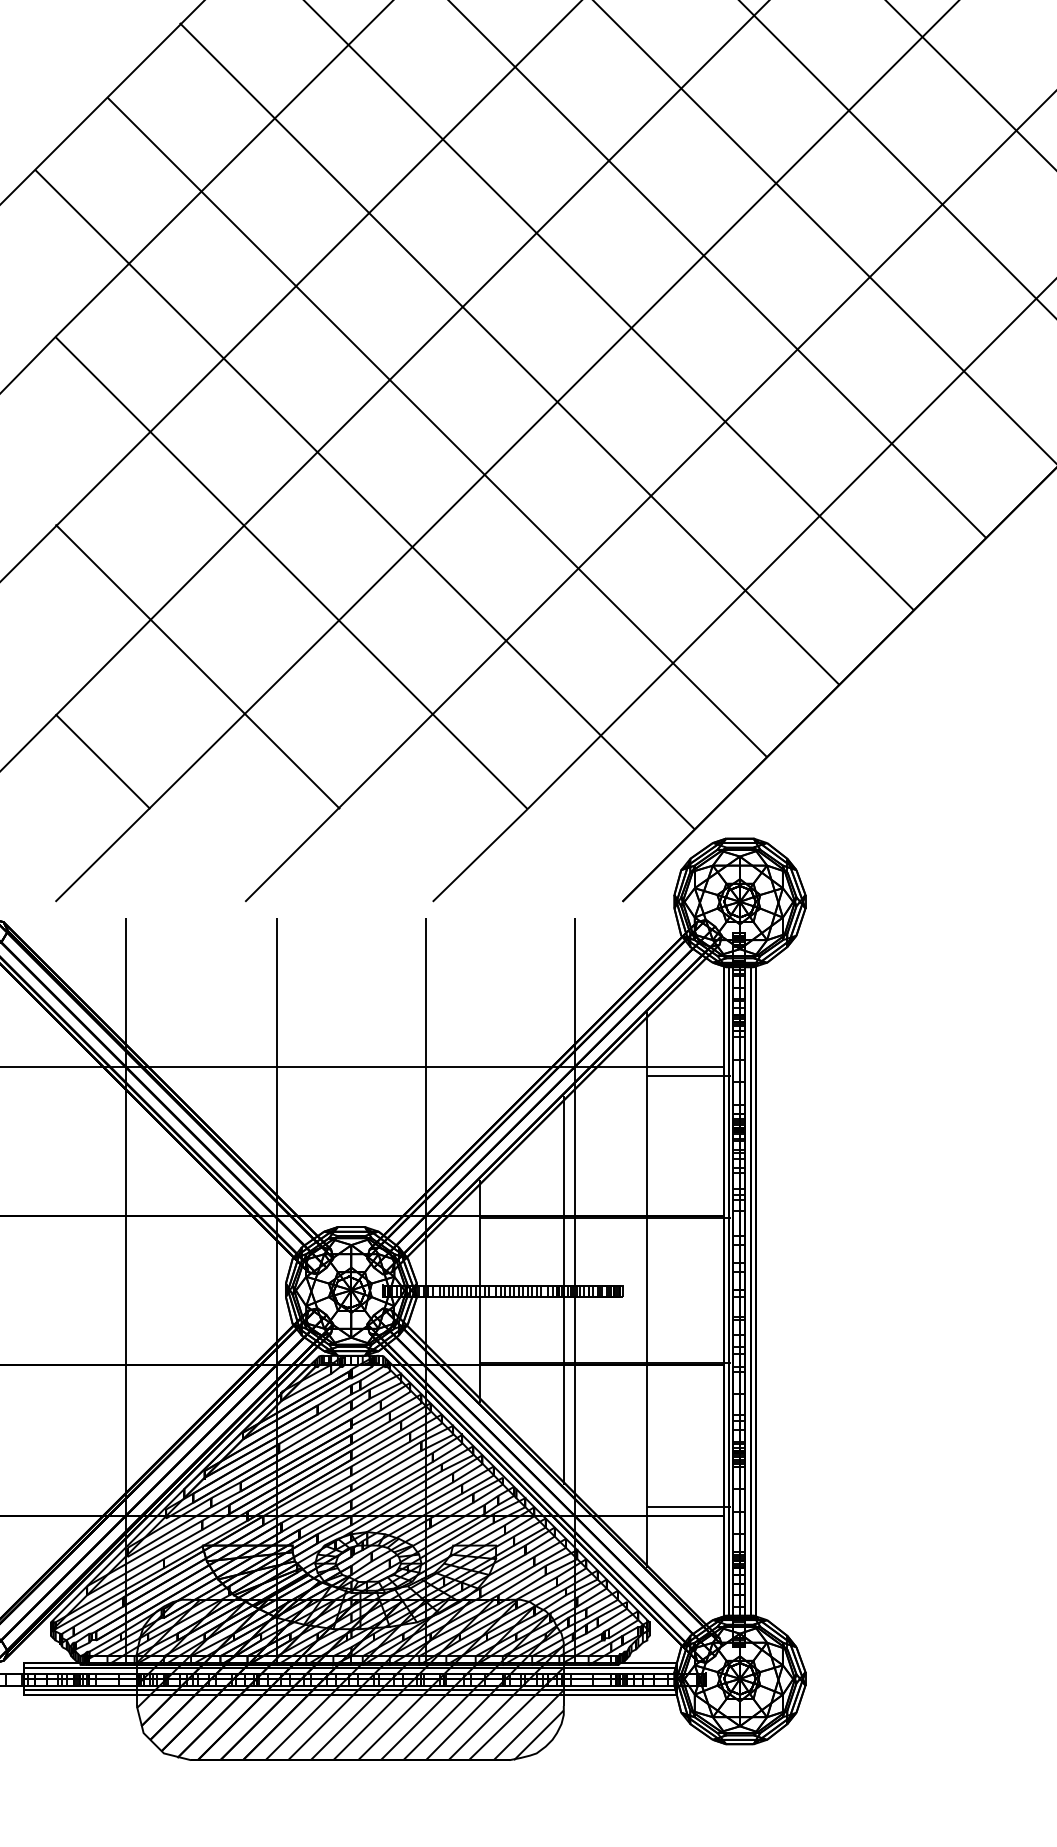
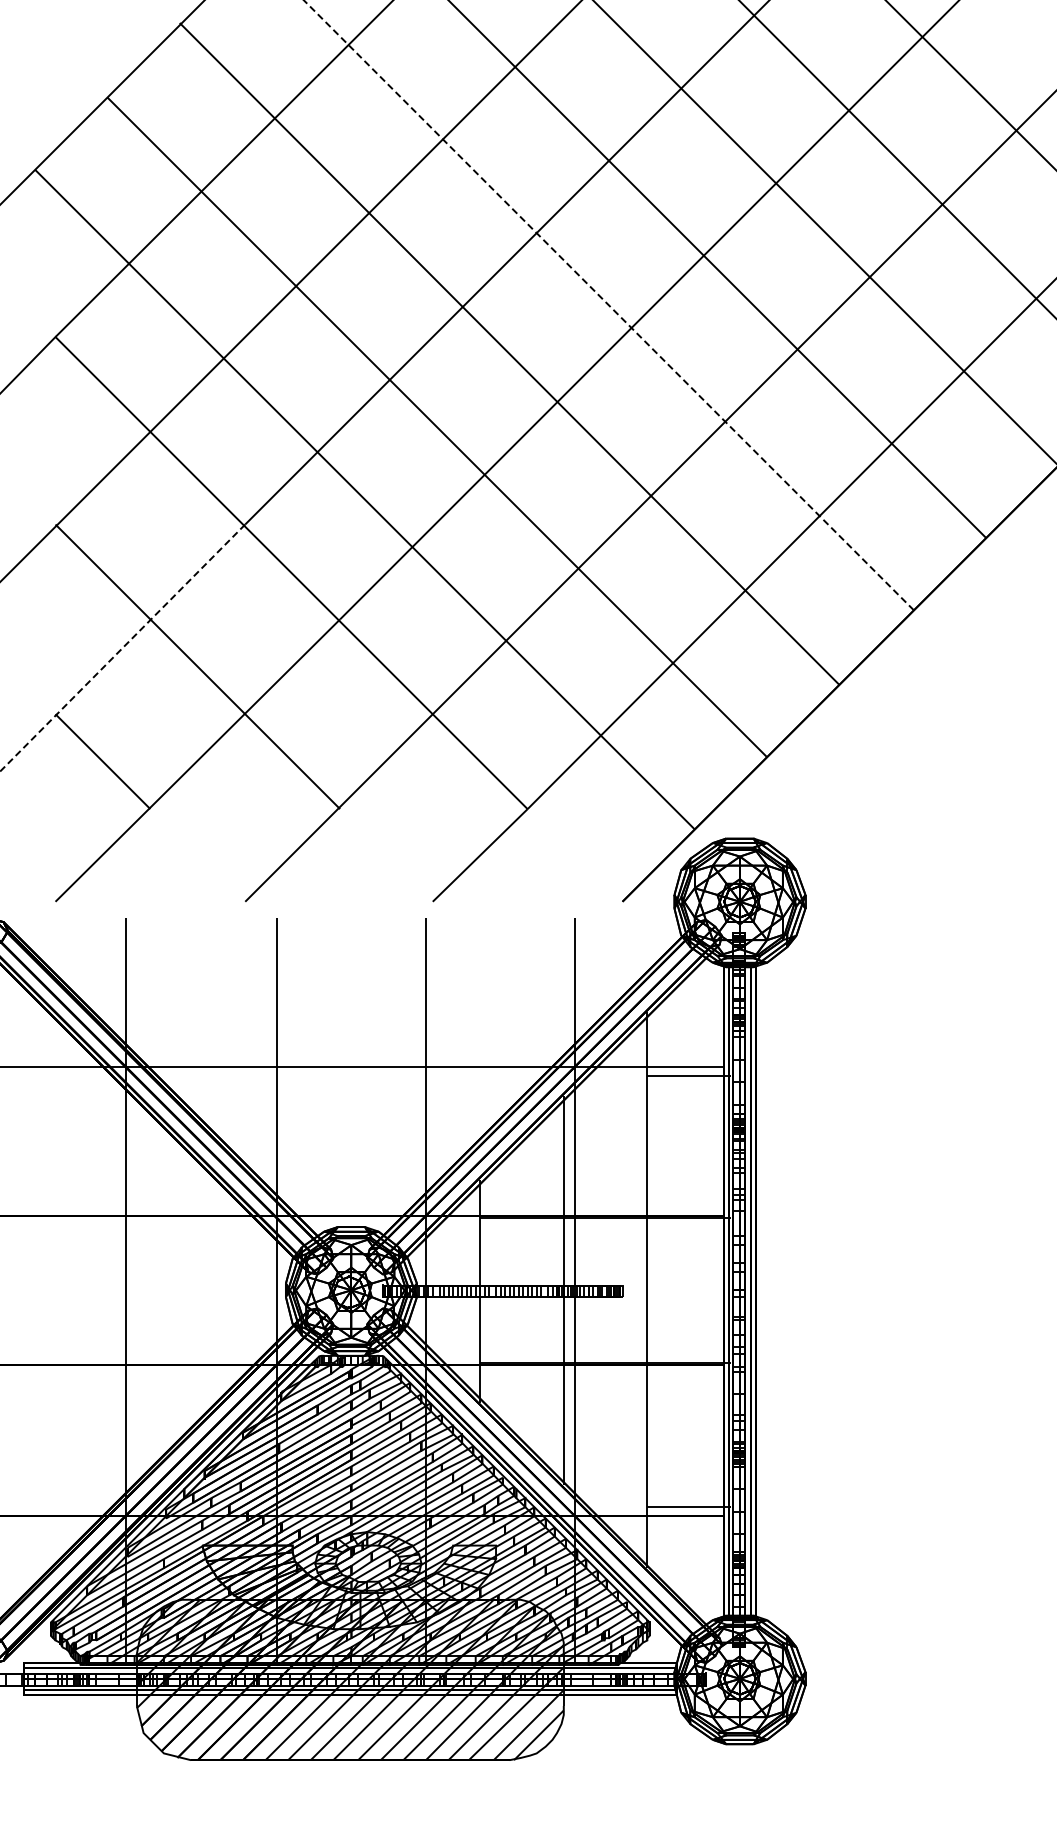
line at (608, 304): solid -> dashed
line at (122, 648): solid -> dashed
